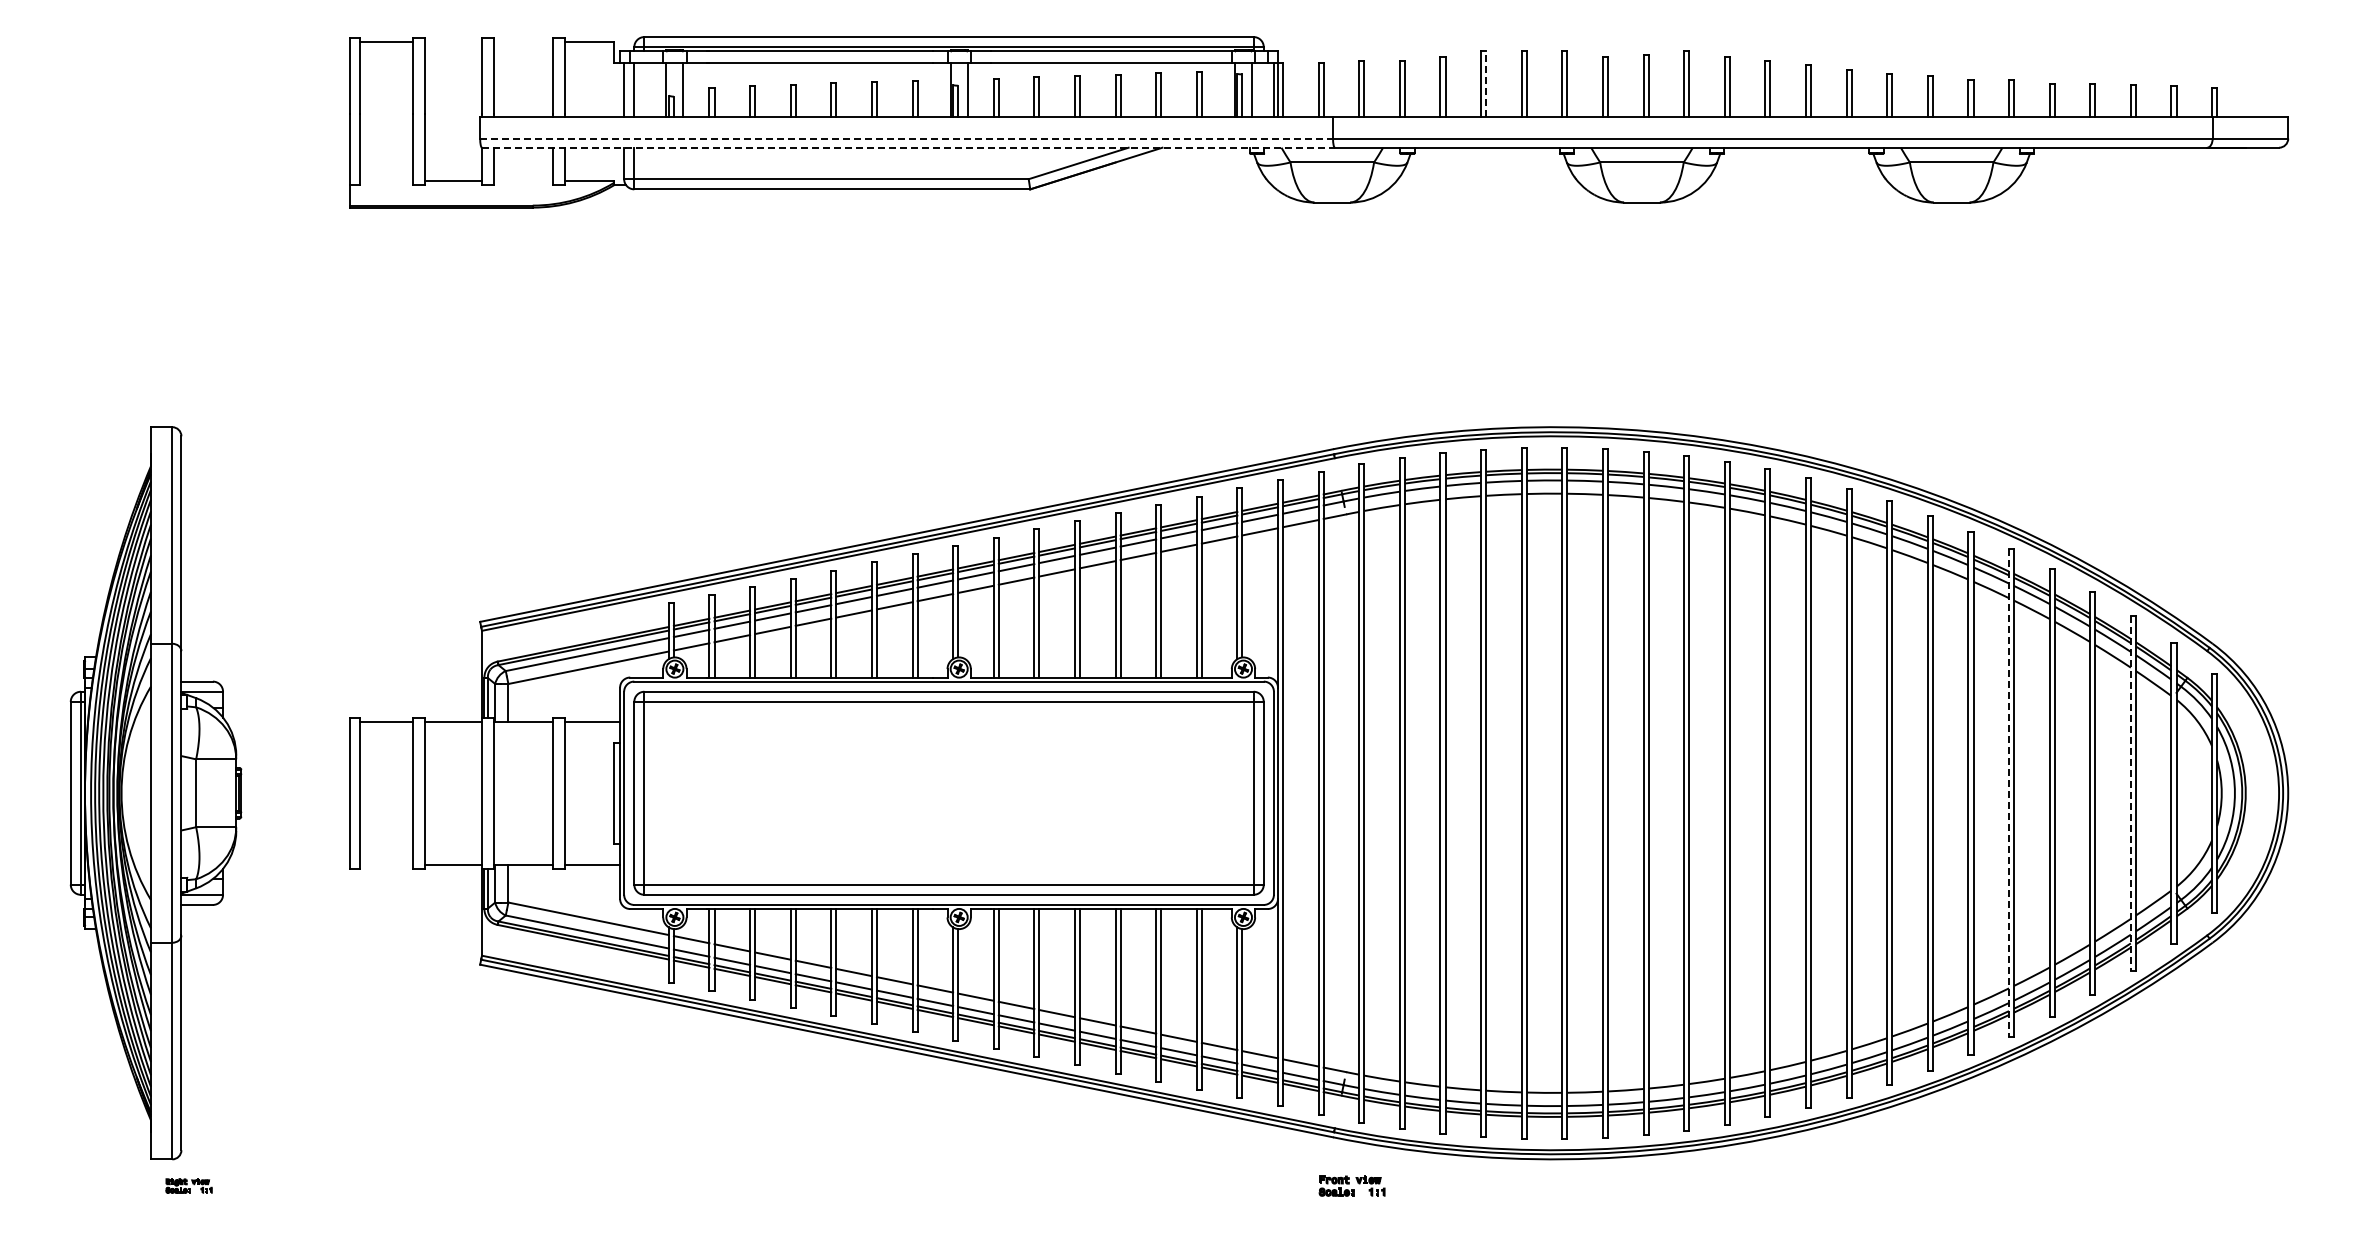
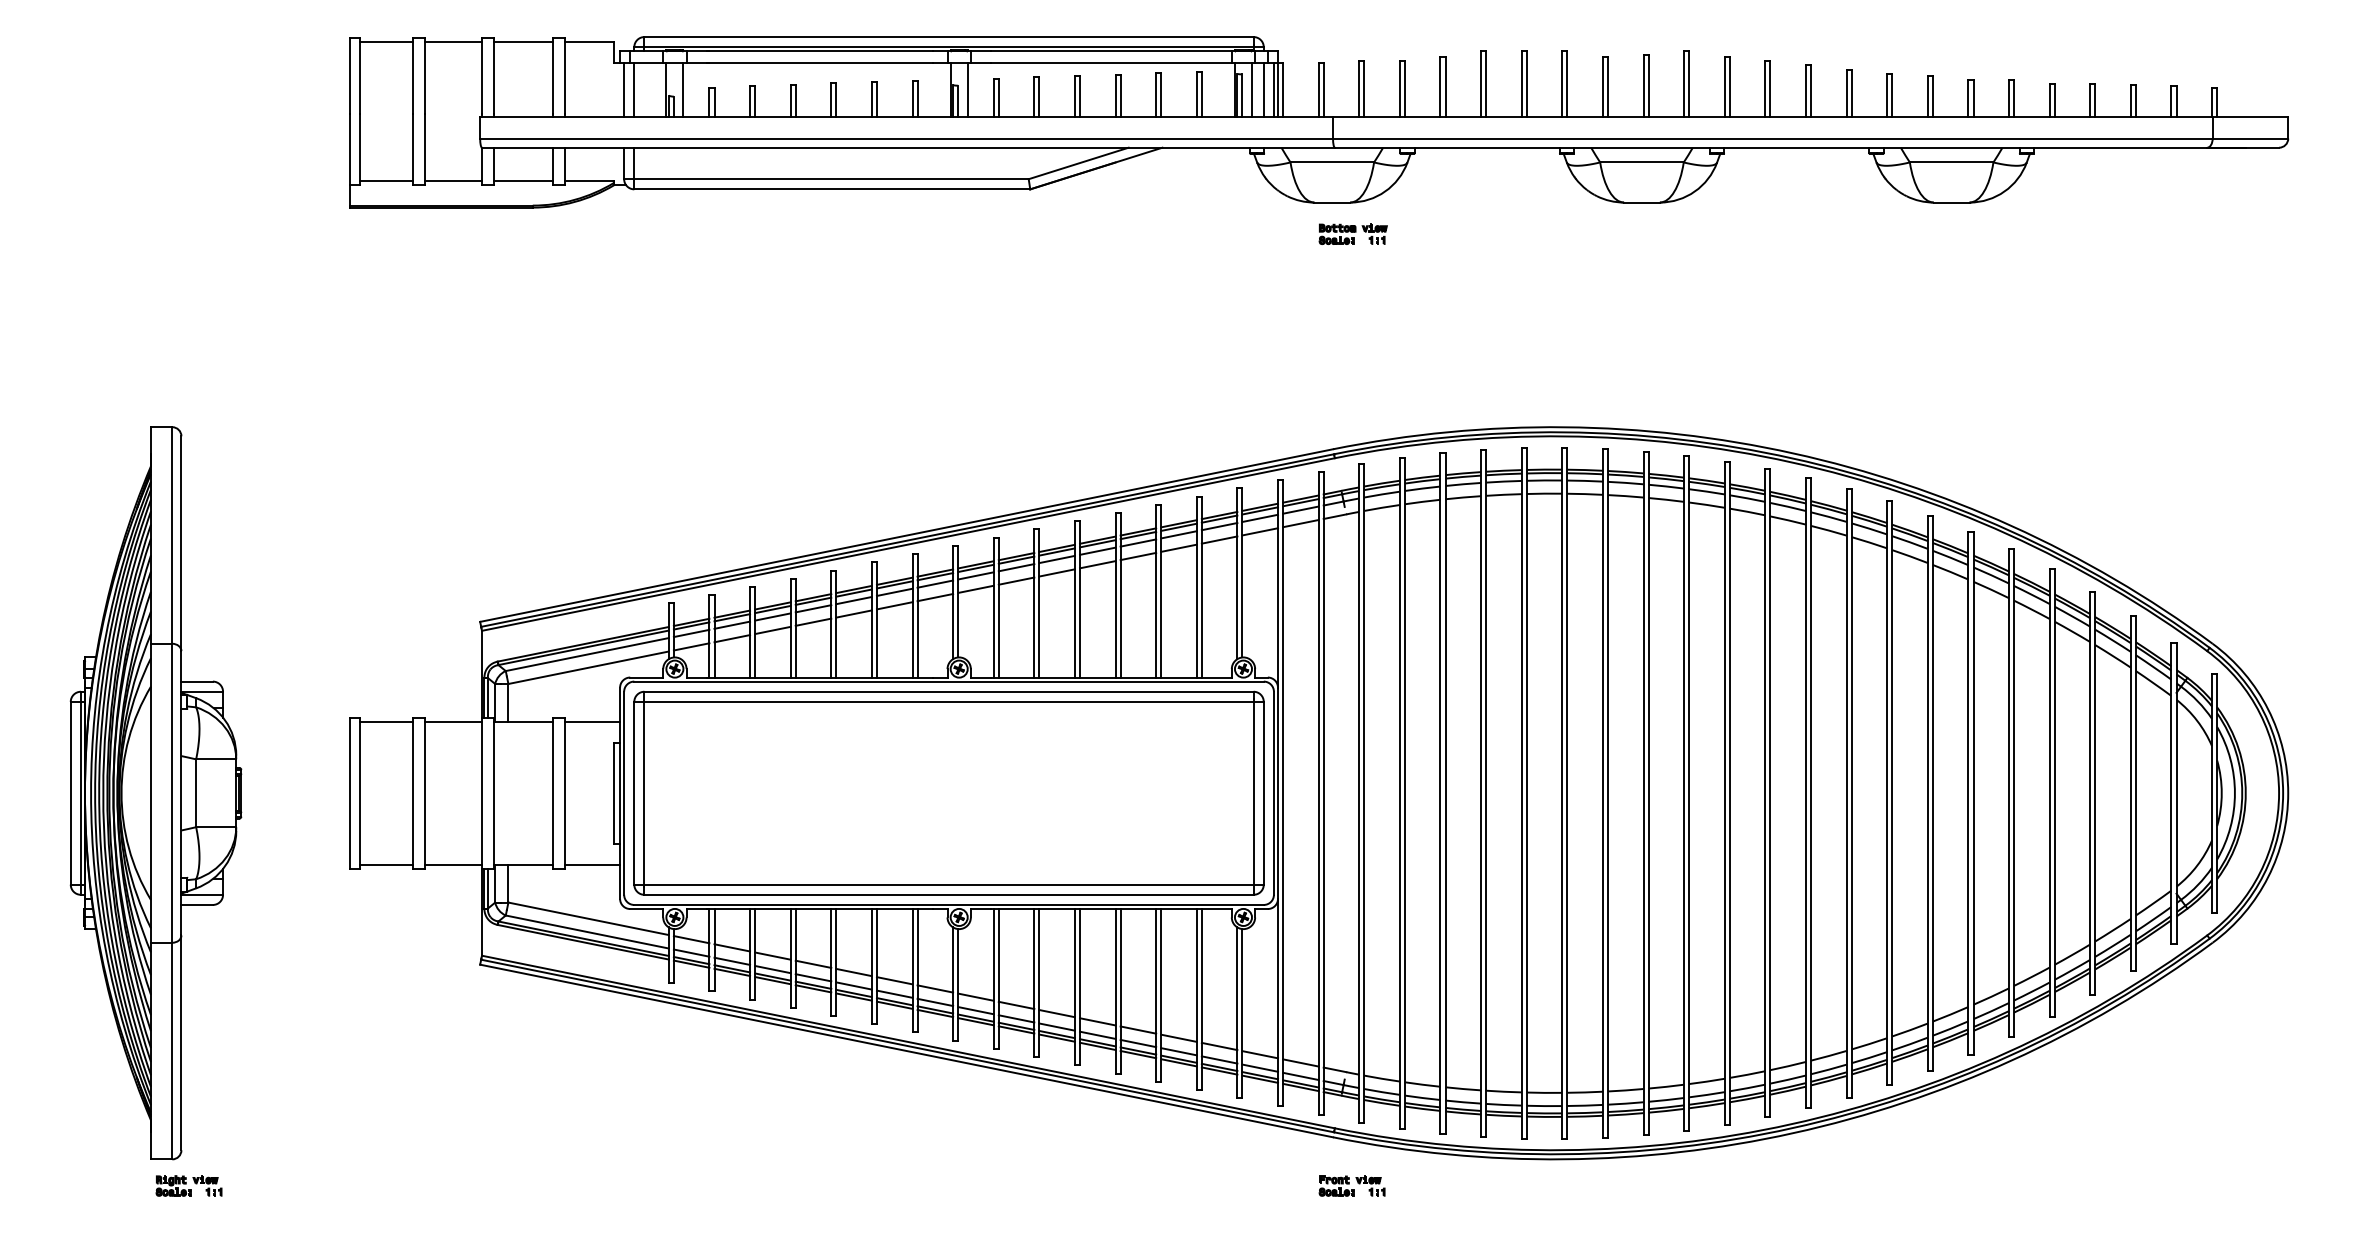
line at (452, 42): none -> present
line at (522, 42): none -> present
line at (1486, 84): dashed -> solid
line at (1263, 90): none -> present
line at (907, 138): dashed -> solid
line at (908, 147): dashed -> solid
line at (386, 180): none -> present
line at (522, 180): none -> present
part at (1352, 233): none -> present
line at (2009, 793): dashed -> solid
line at (2130, 793): dashed -> solid
line at (386, 864): none -> present
part at (188, 1185) size: 48x16 px -> 68x22 px
